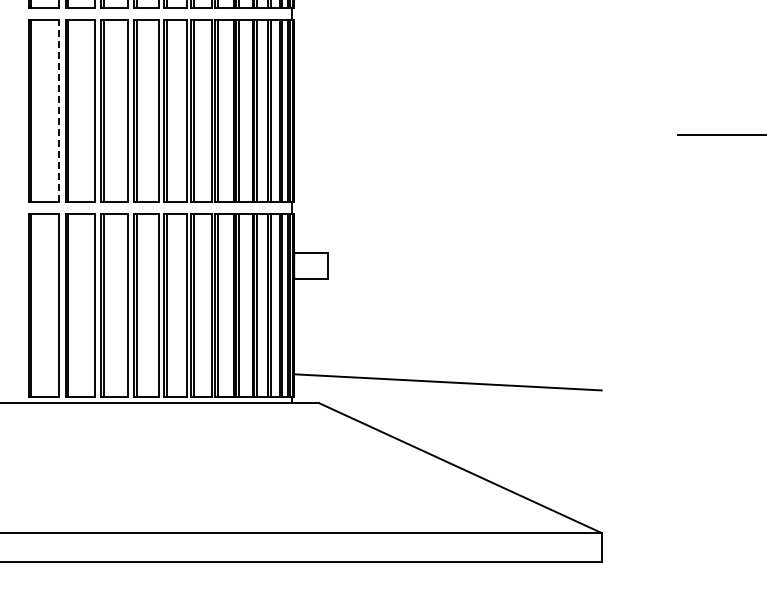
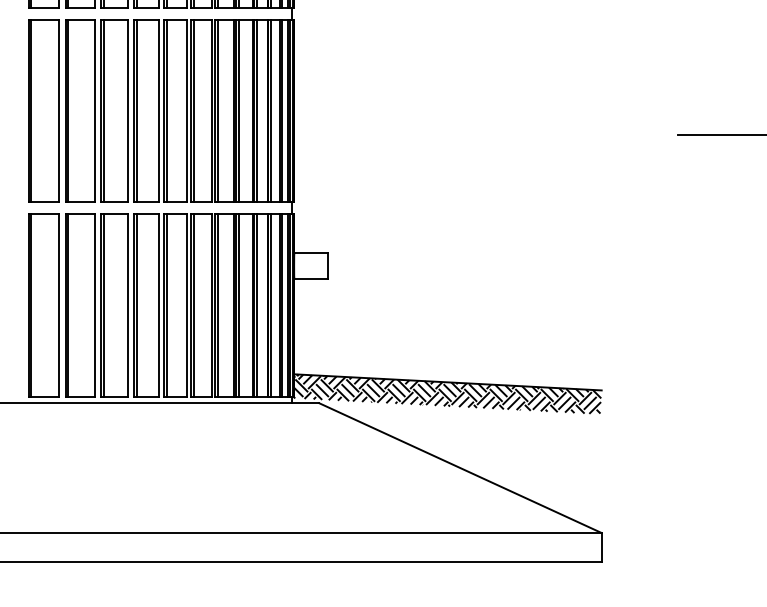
line at (58, 110): dashed -> solid
hatch at (447, 393): none -> present
